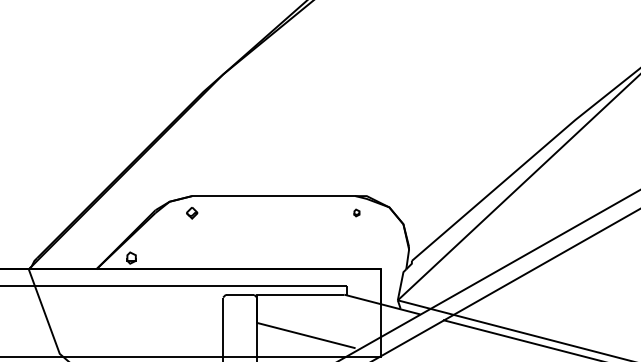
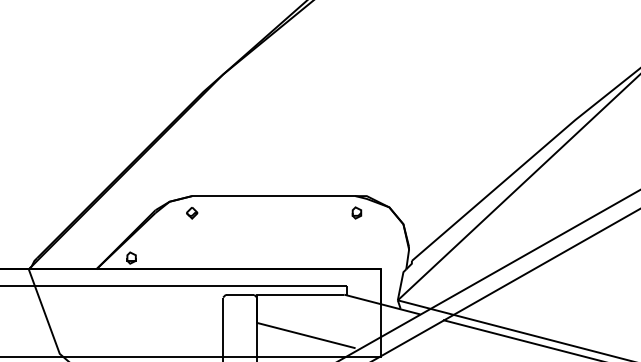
part at (356, 212) size: 8x10 px -> 12x14 px
